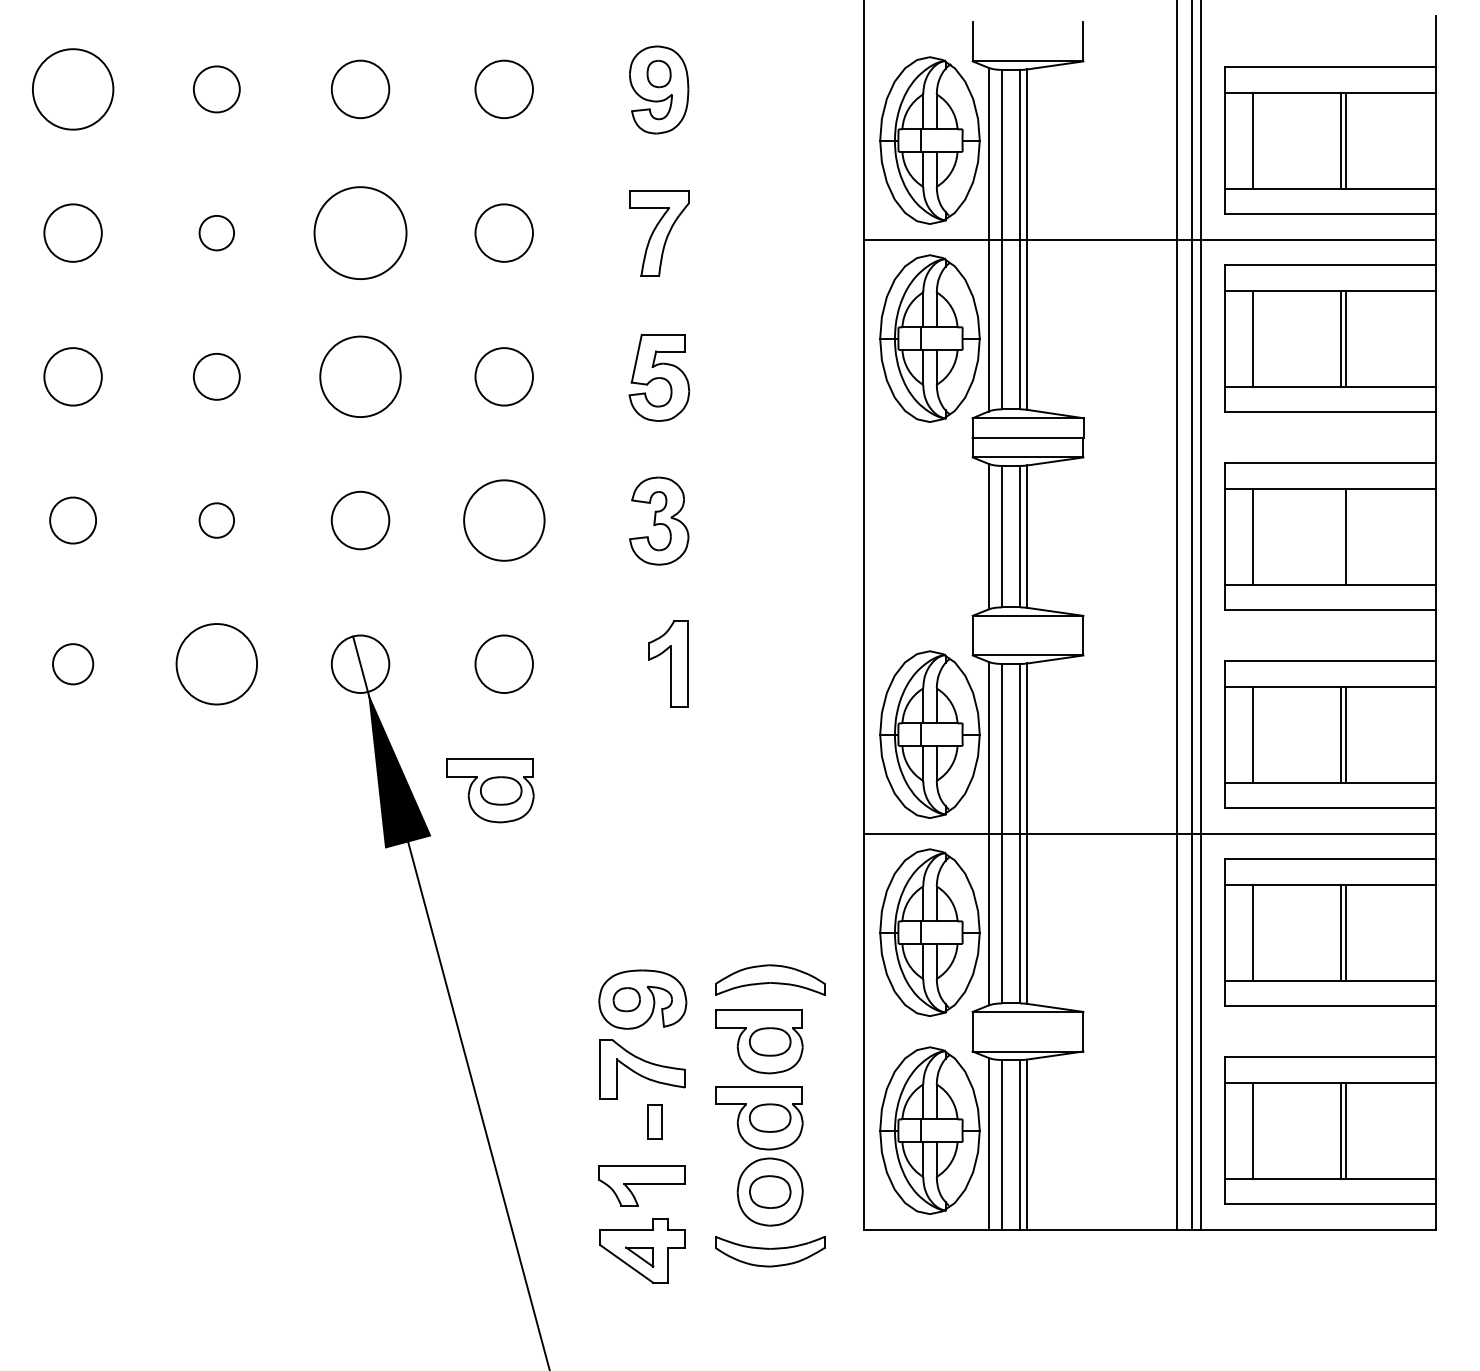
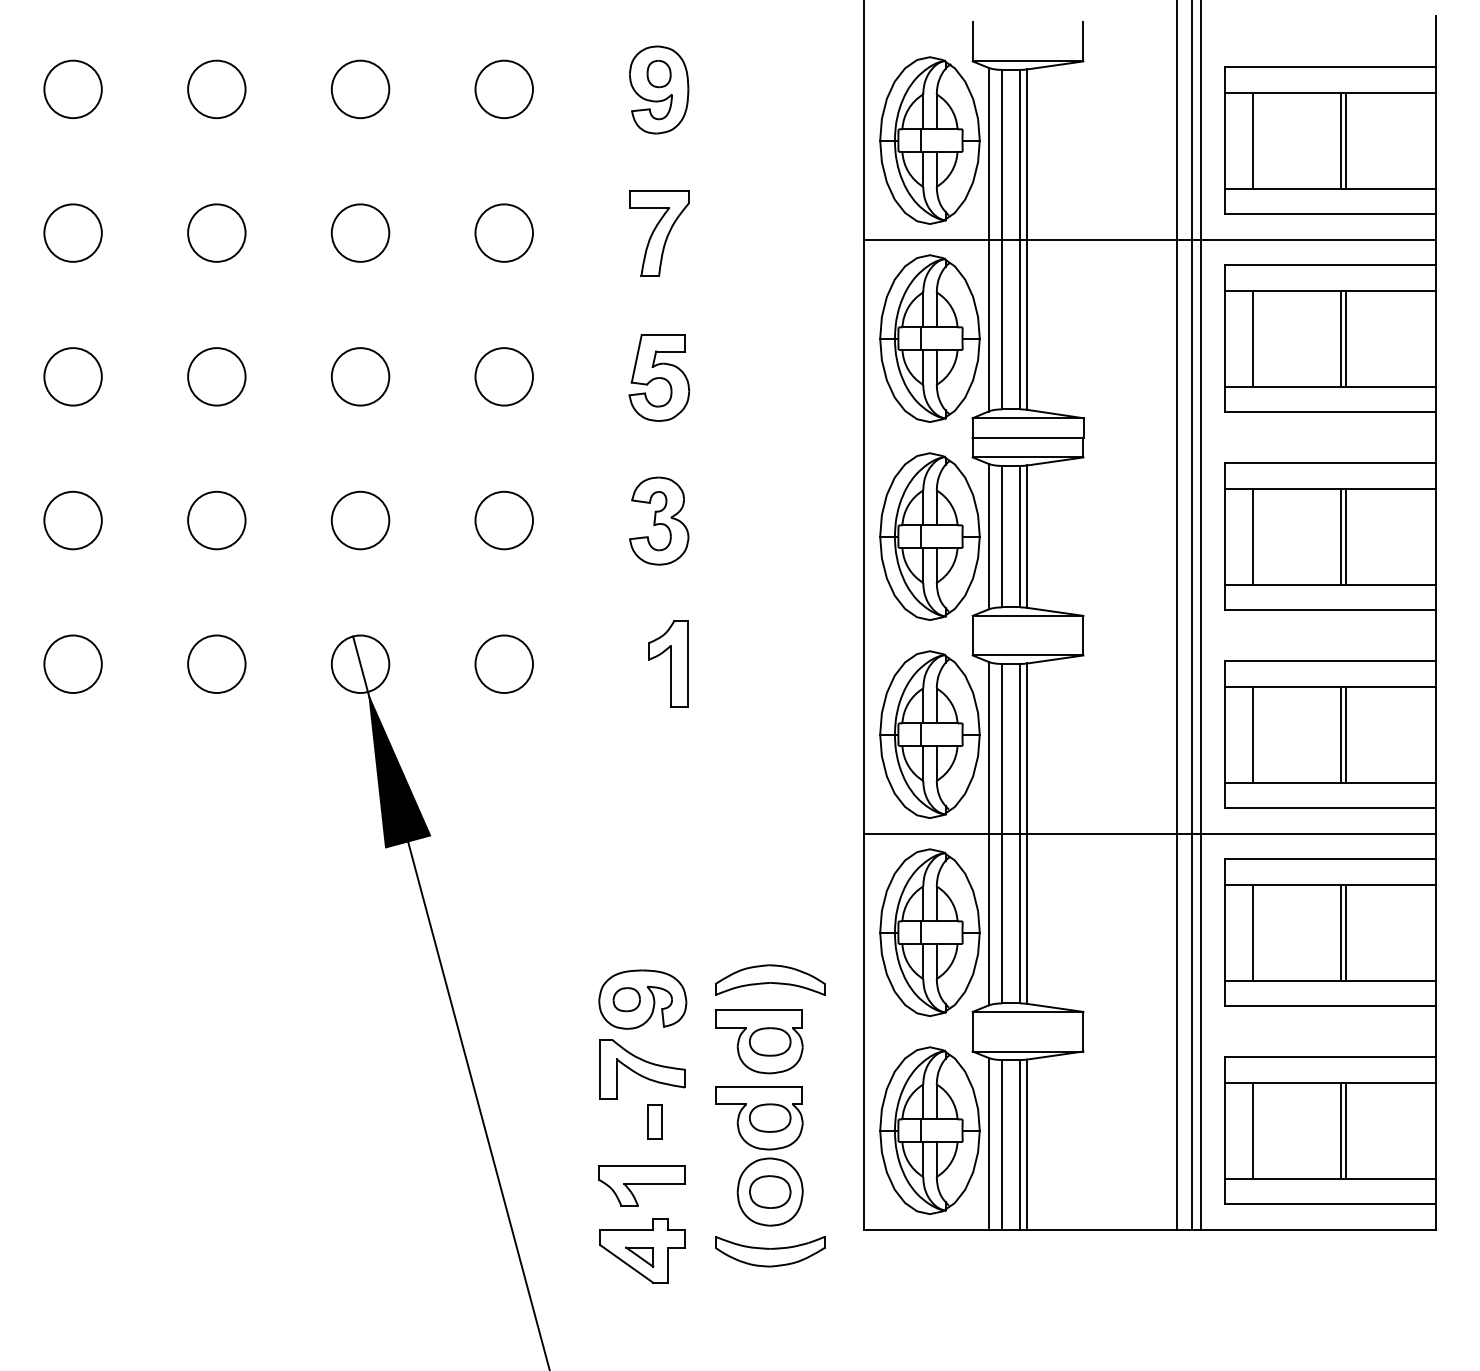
circle at (72, 89) diameter: 80 px -> 57 px
circle at (216, 89) diameter: 46 px -> 57 px
circle at (216, 232) diameter: 34 px -> 57 px
circle at (360, 233) diameter: 92 px -> 57 px
circle at (216, 376) diameter: 46 px -> 57 px
circle at (360, 376) diameter: 80 px -> 57 px
circle at (73, 520) diameter: 46 px -> 57 px
circle at (216, 520) diameter: 34 px -> 57 px
circle at (504, 520) size: 83x83 px -> 60x61 px
part at (929, 536): none -> present
line at (1340, 536): none -> present
circle at (73, 664) diameter: 40 px -> 57 px
circle at (216, 664) diameter: 80 px -> 57 px
part at (490, 790): present -> none
